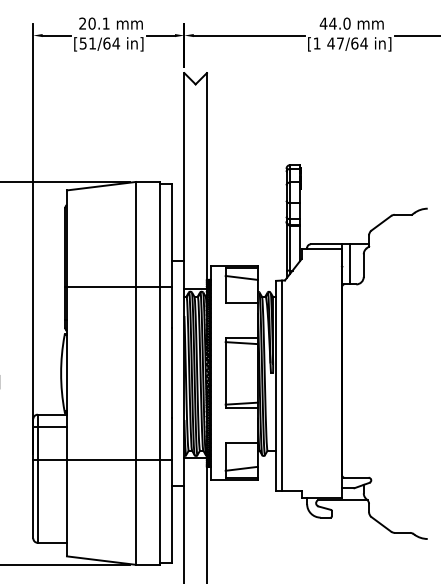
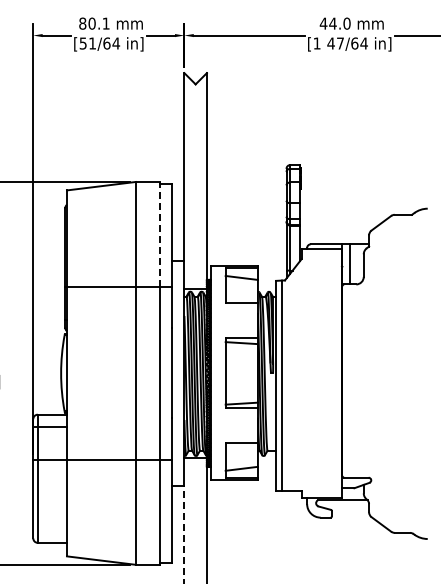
text at (82, 23): 20.1 -> 80.1
line at (160, 234): solid -> dashed
line at (184, 534): solid -> dashed
